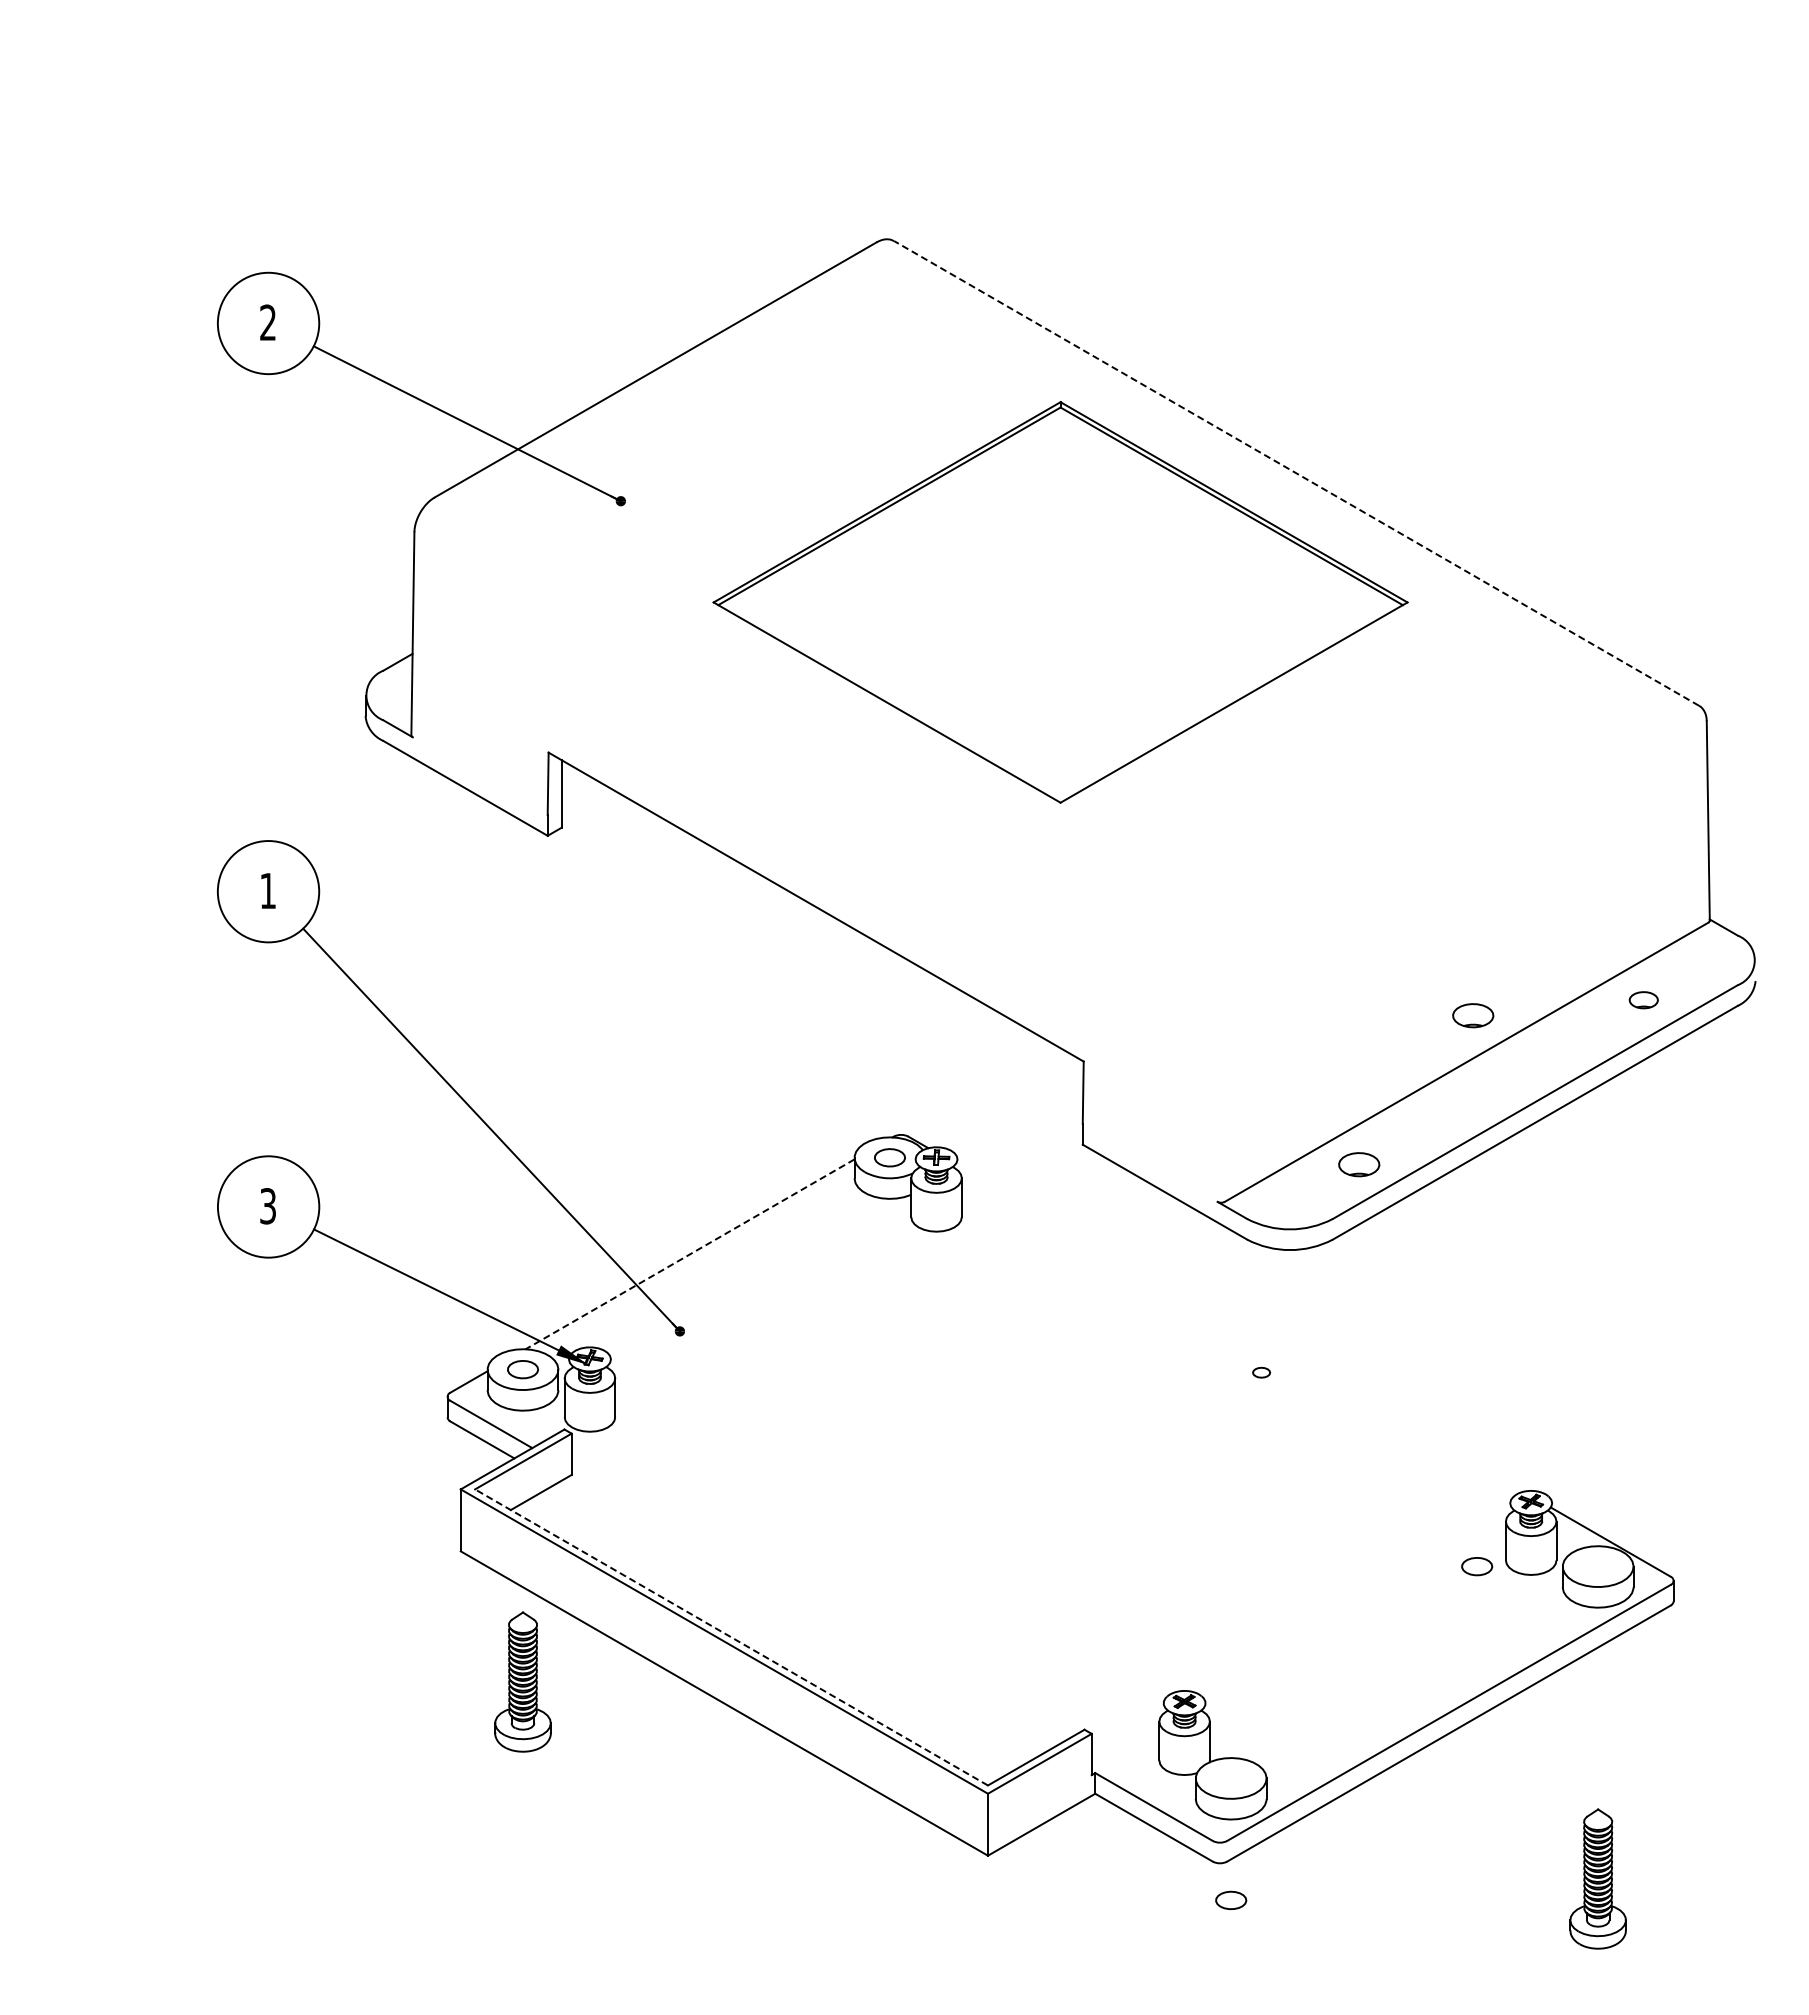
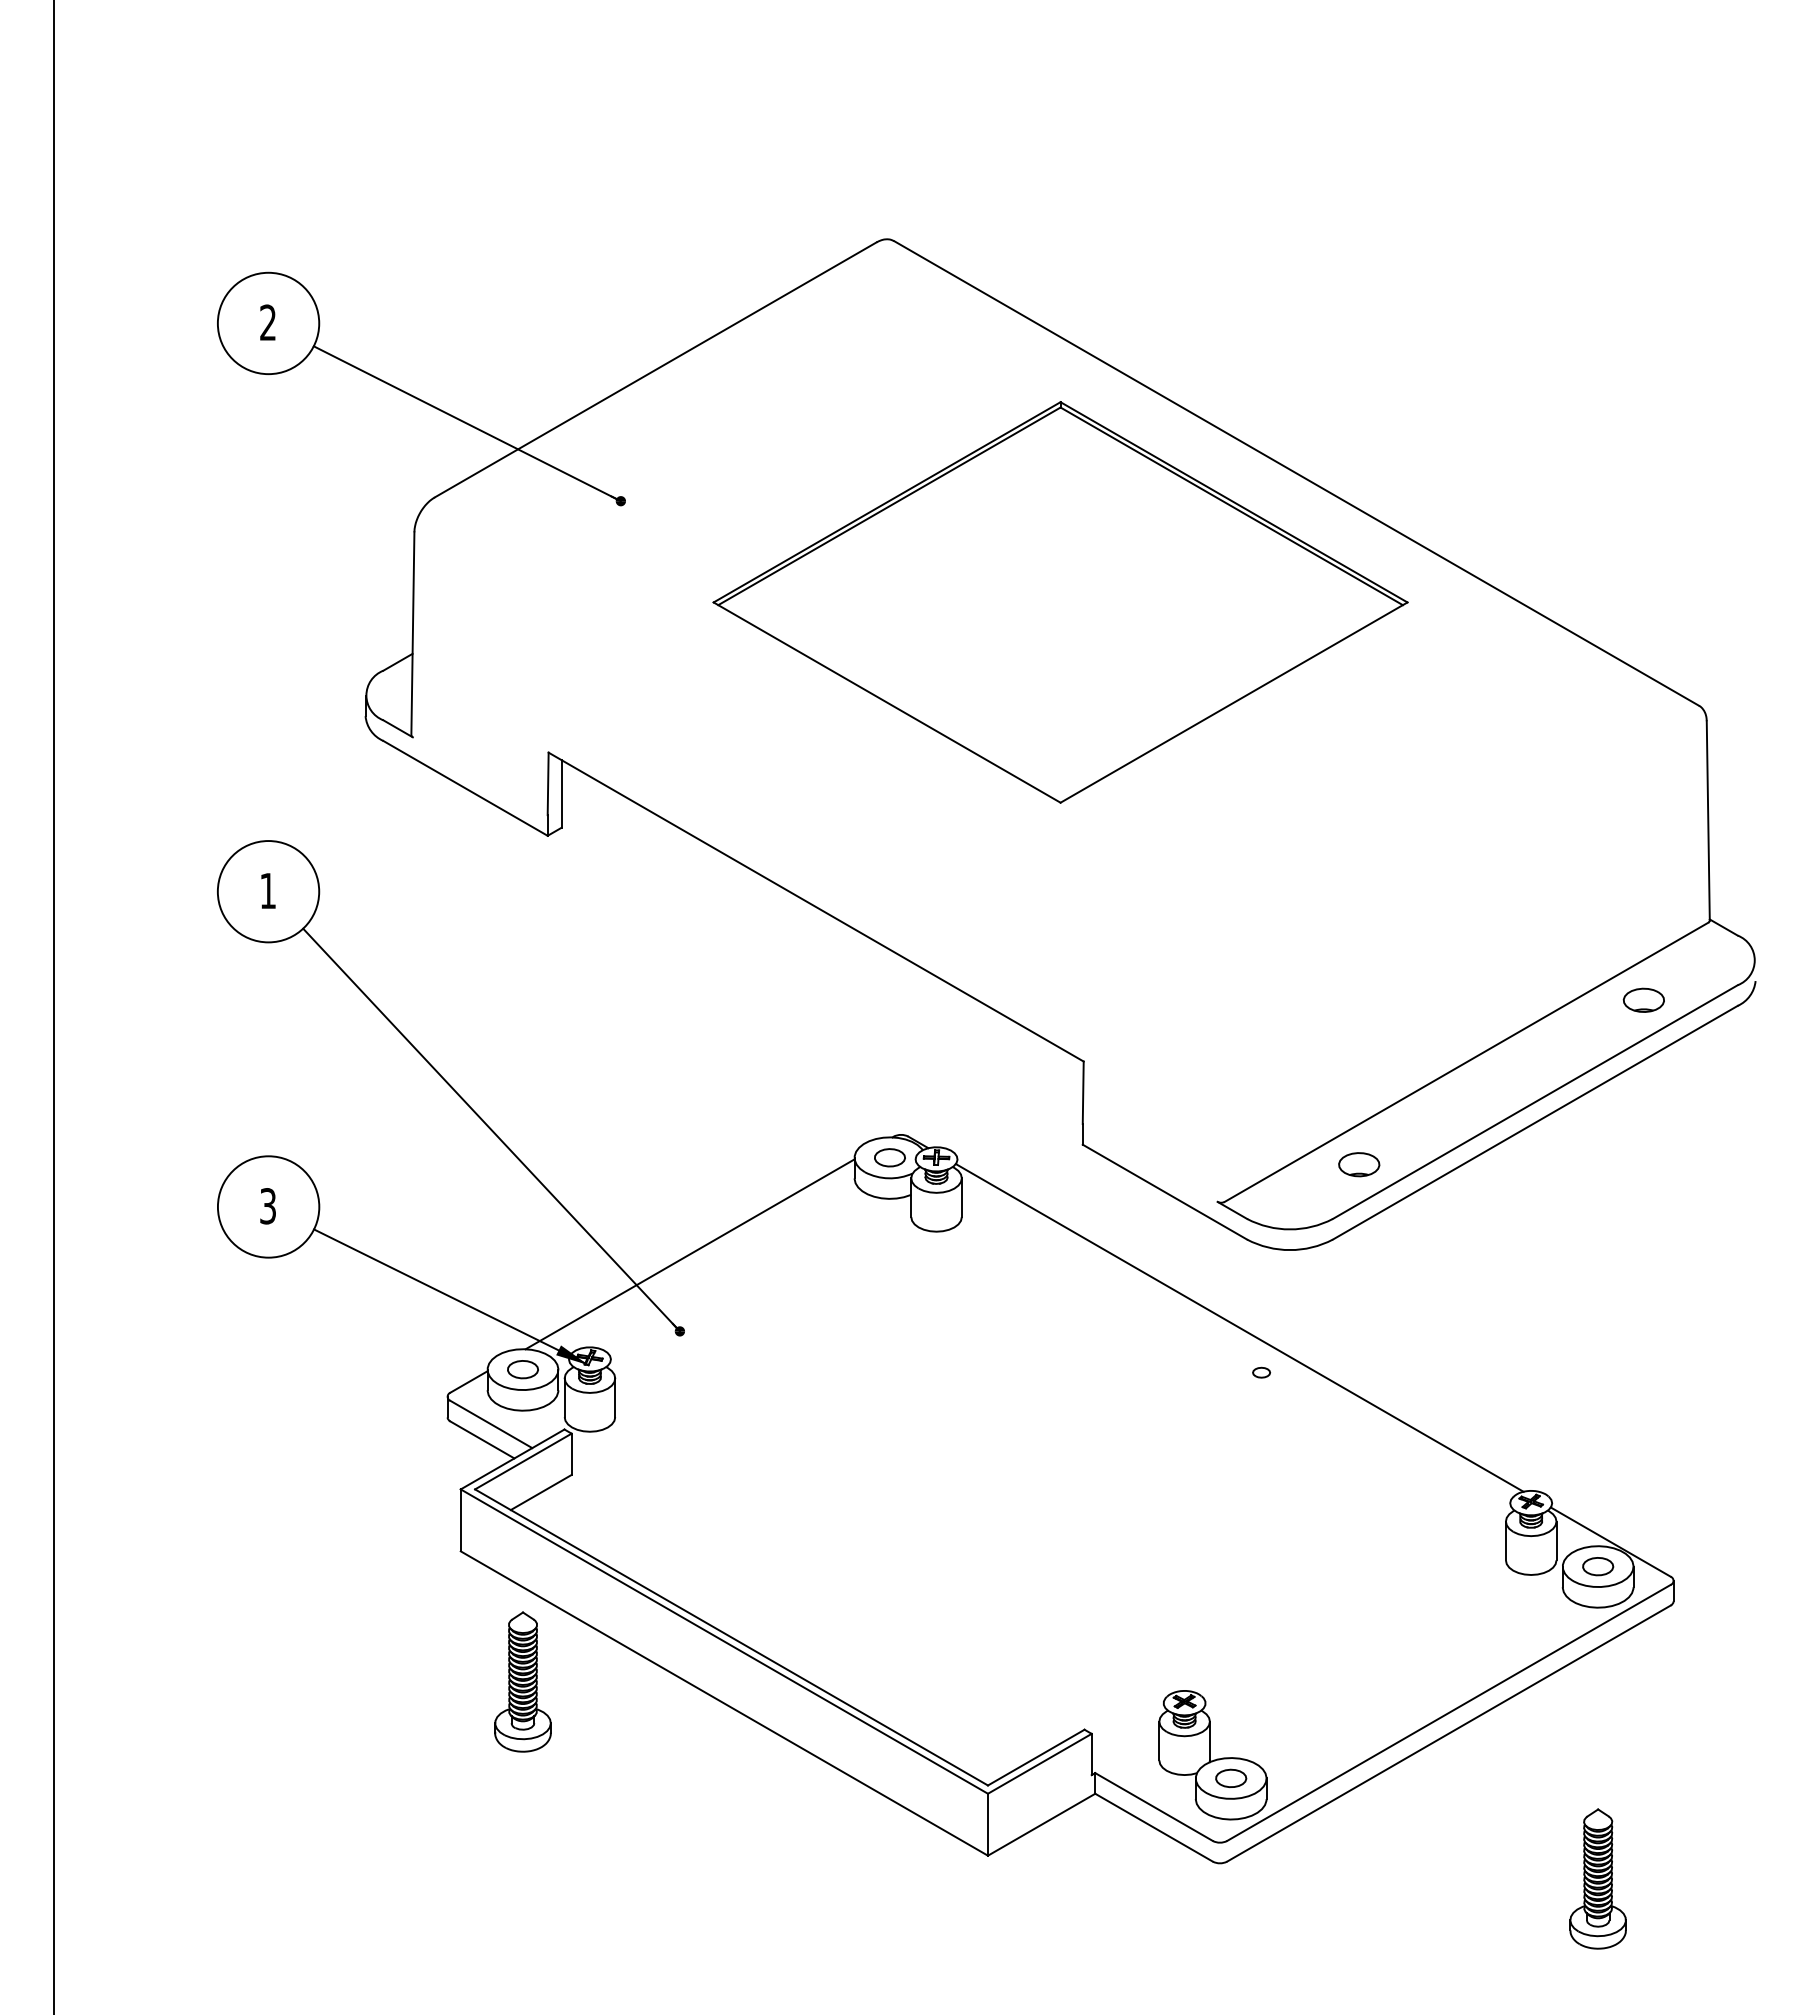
line at (1296, 473): dashed -> solid
part at (1643, 1000) size: 31x19 px -> 43x26 px
line at (54, 1006): none -> present
part at (1473, 1015): present -> none
line at (690, 1254): dashed -> solid
line at (1239, 1327): none -> present
part at (1477, 1566) position: (1477, 1566) -> (1598, 1566)
line at (731, 1637): dashed -> solid
part at (1231, 1899) position: (1231, 1899) -> (1231, 1777)
